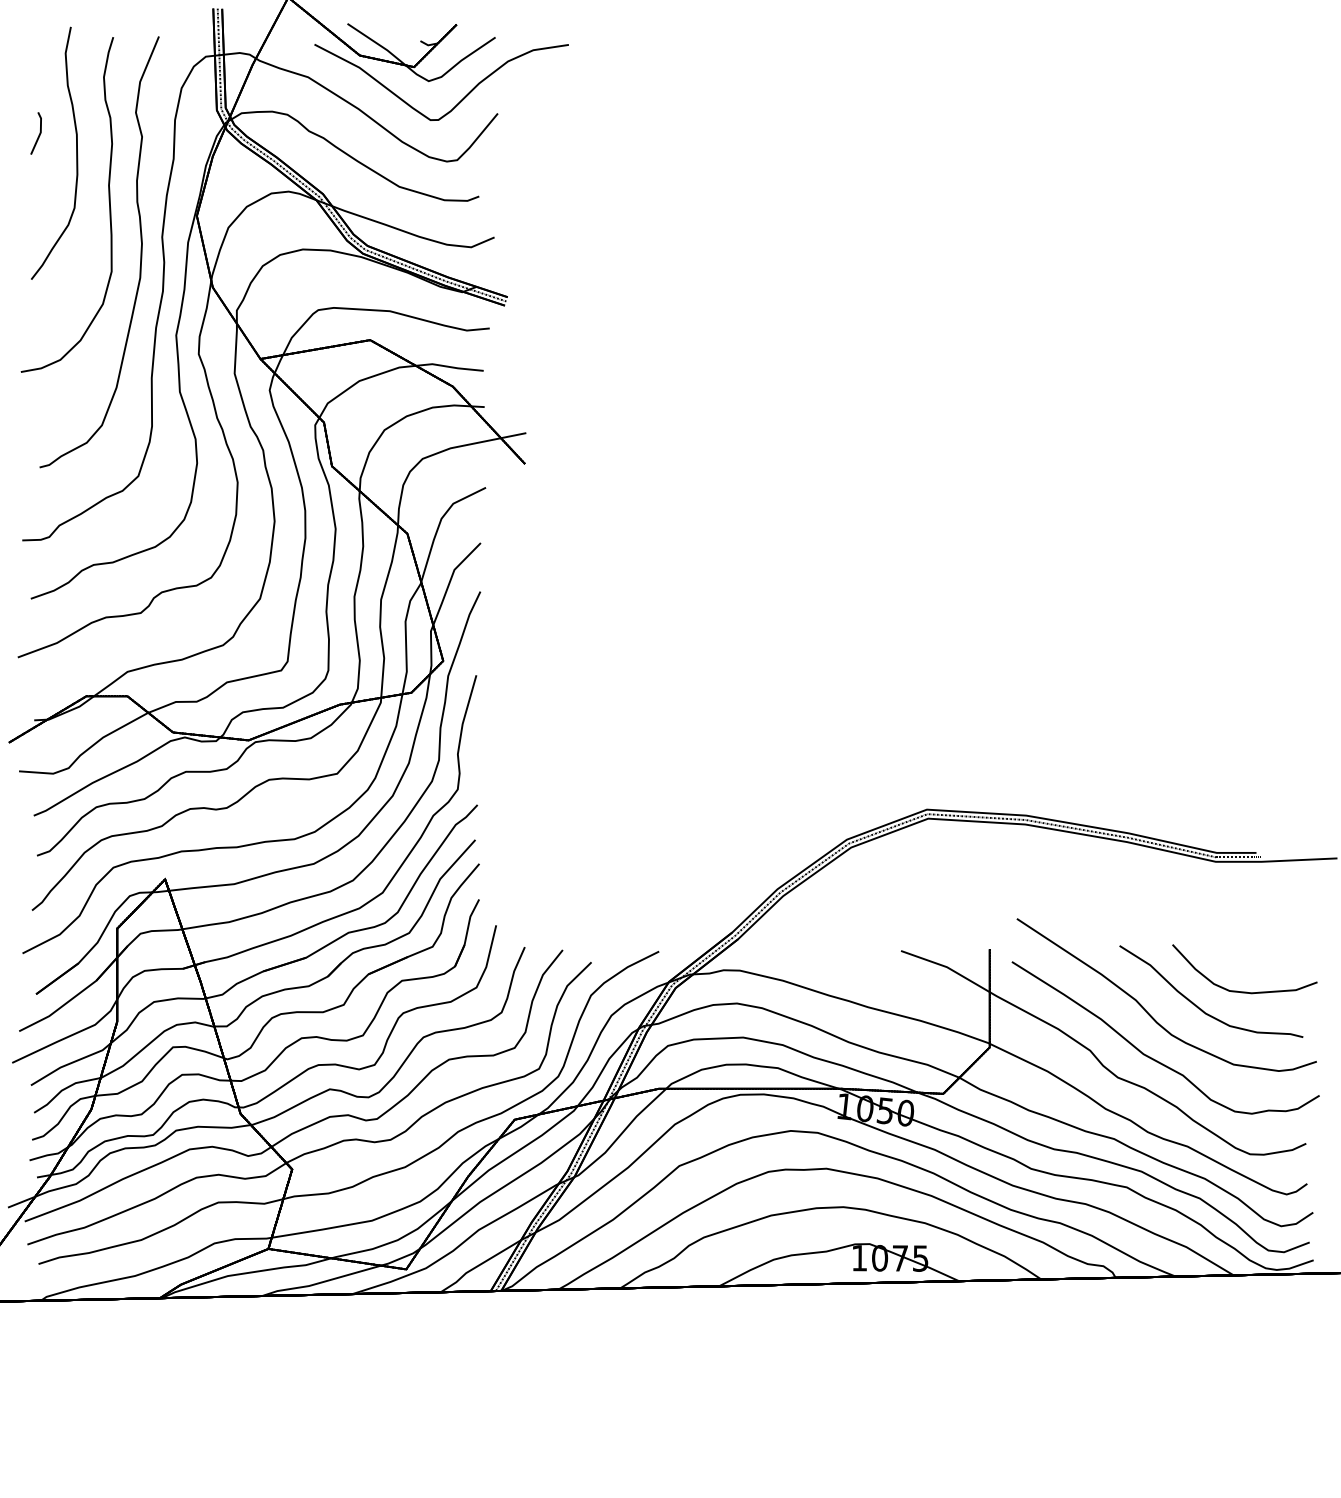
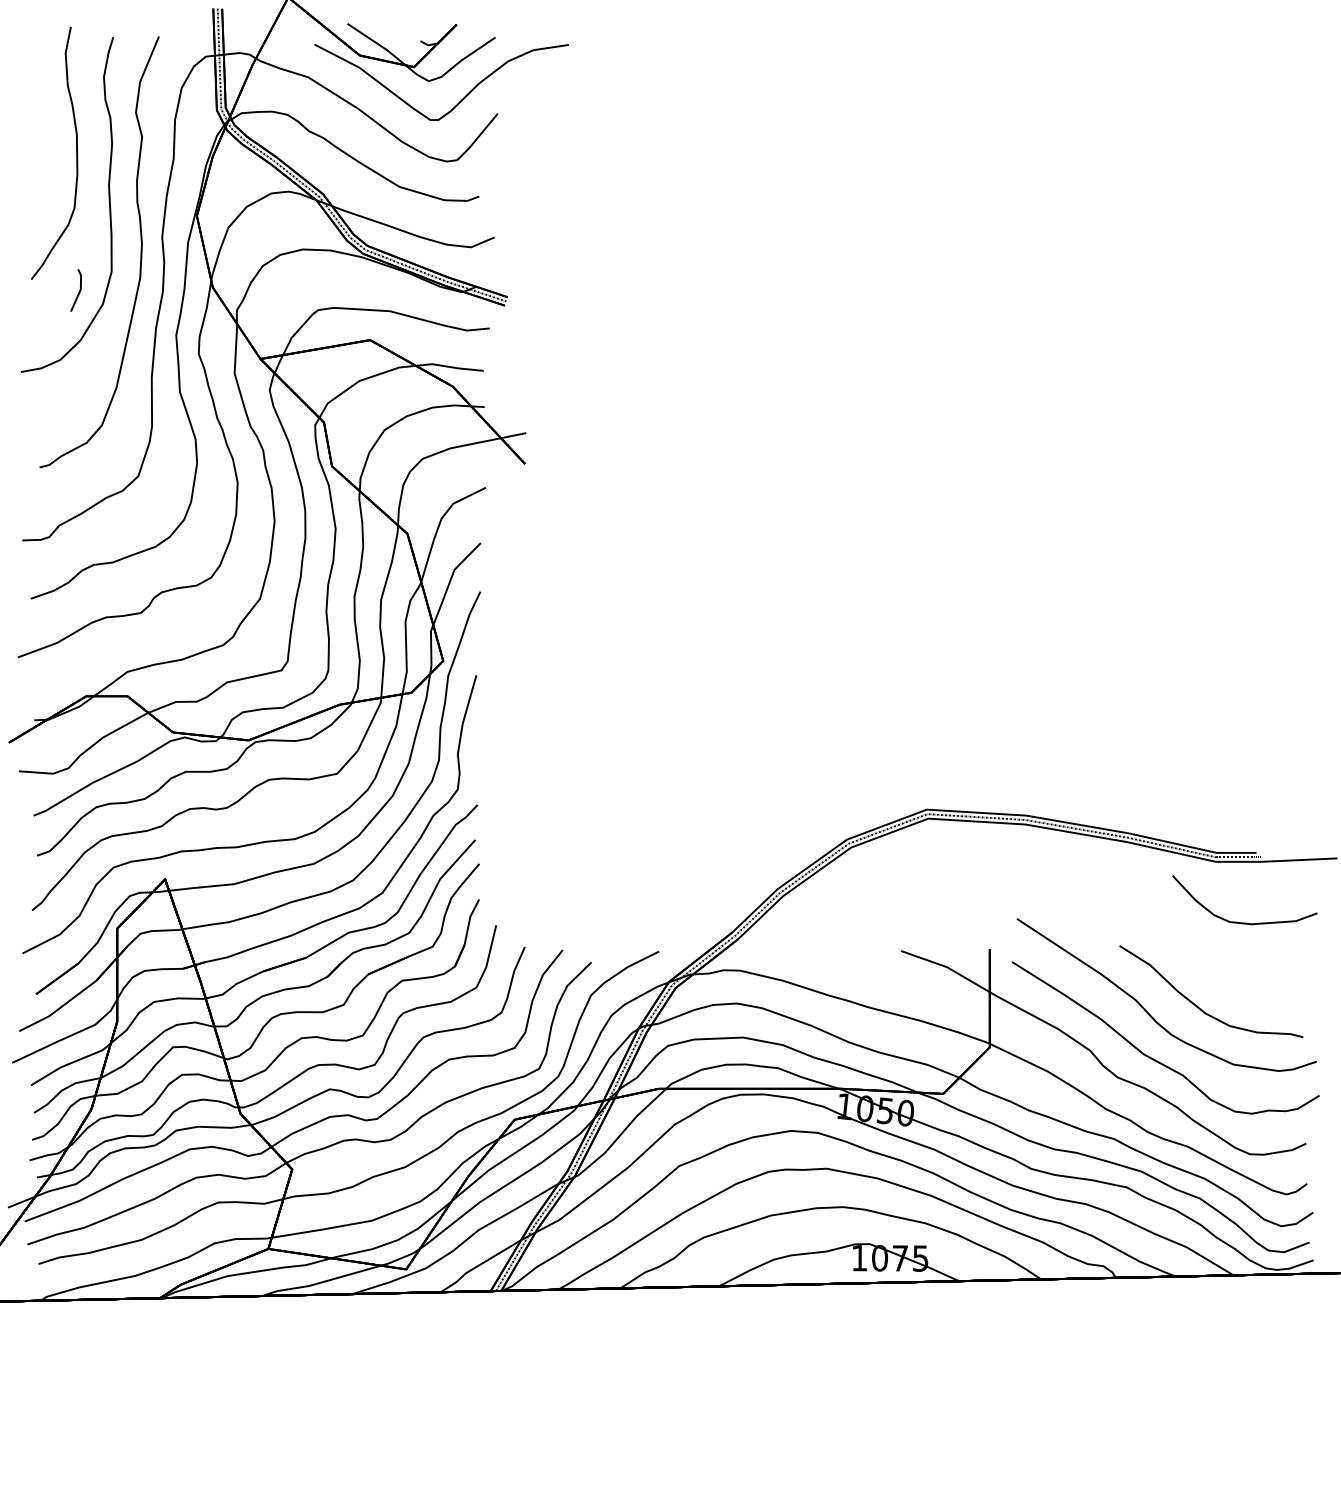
line at (38, 134) position: (38, 134) -> (78, 291)
curve at (1244, 991) position: (1244, 991) -> (1244, 922)
